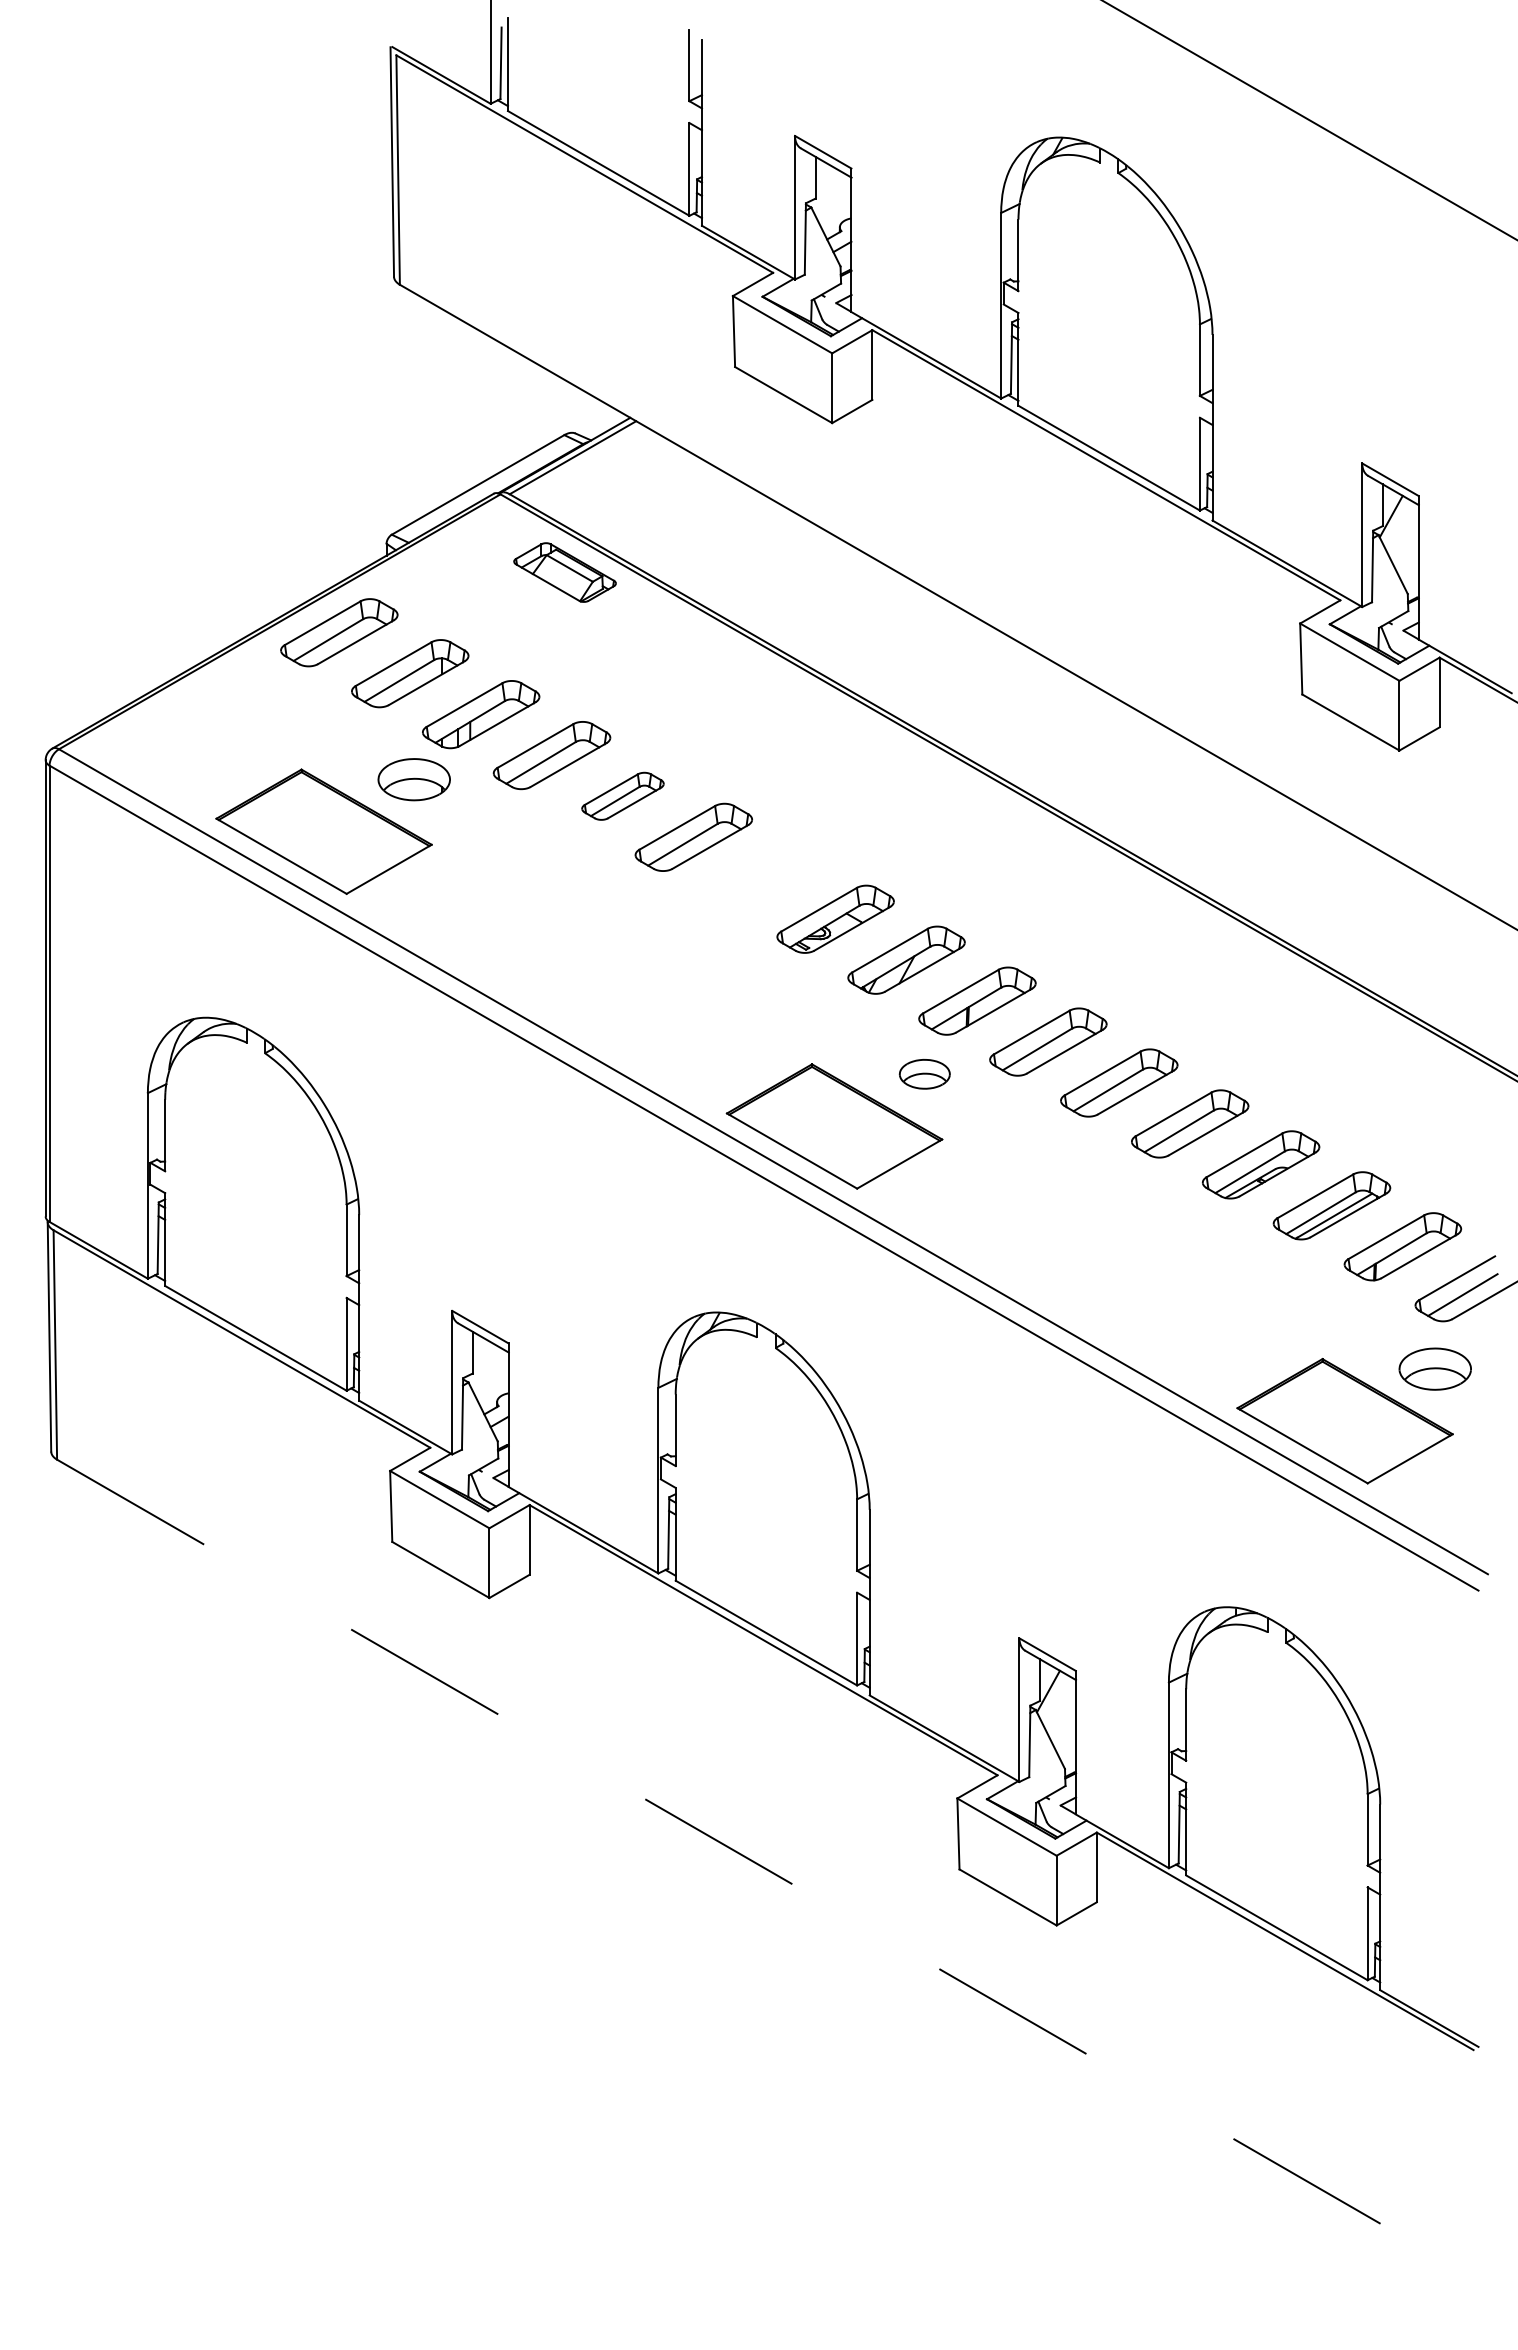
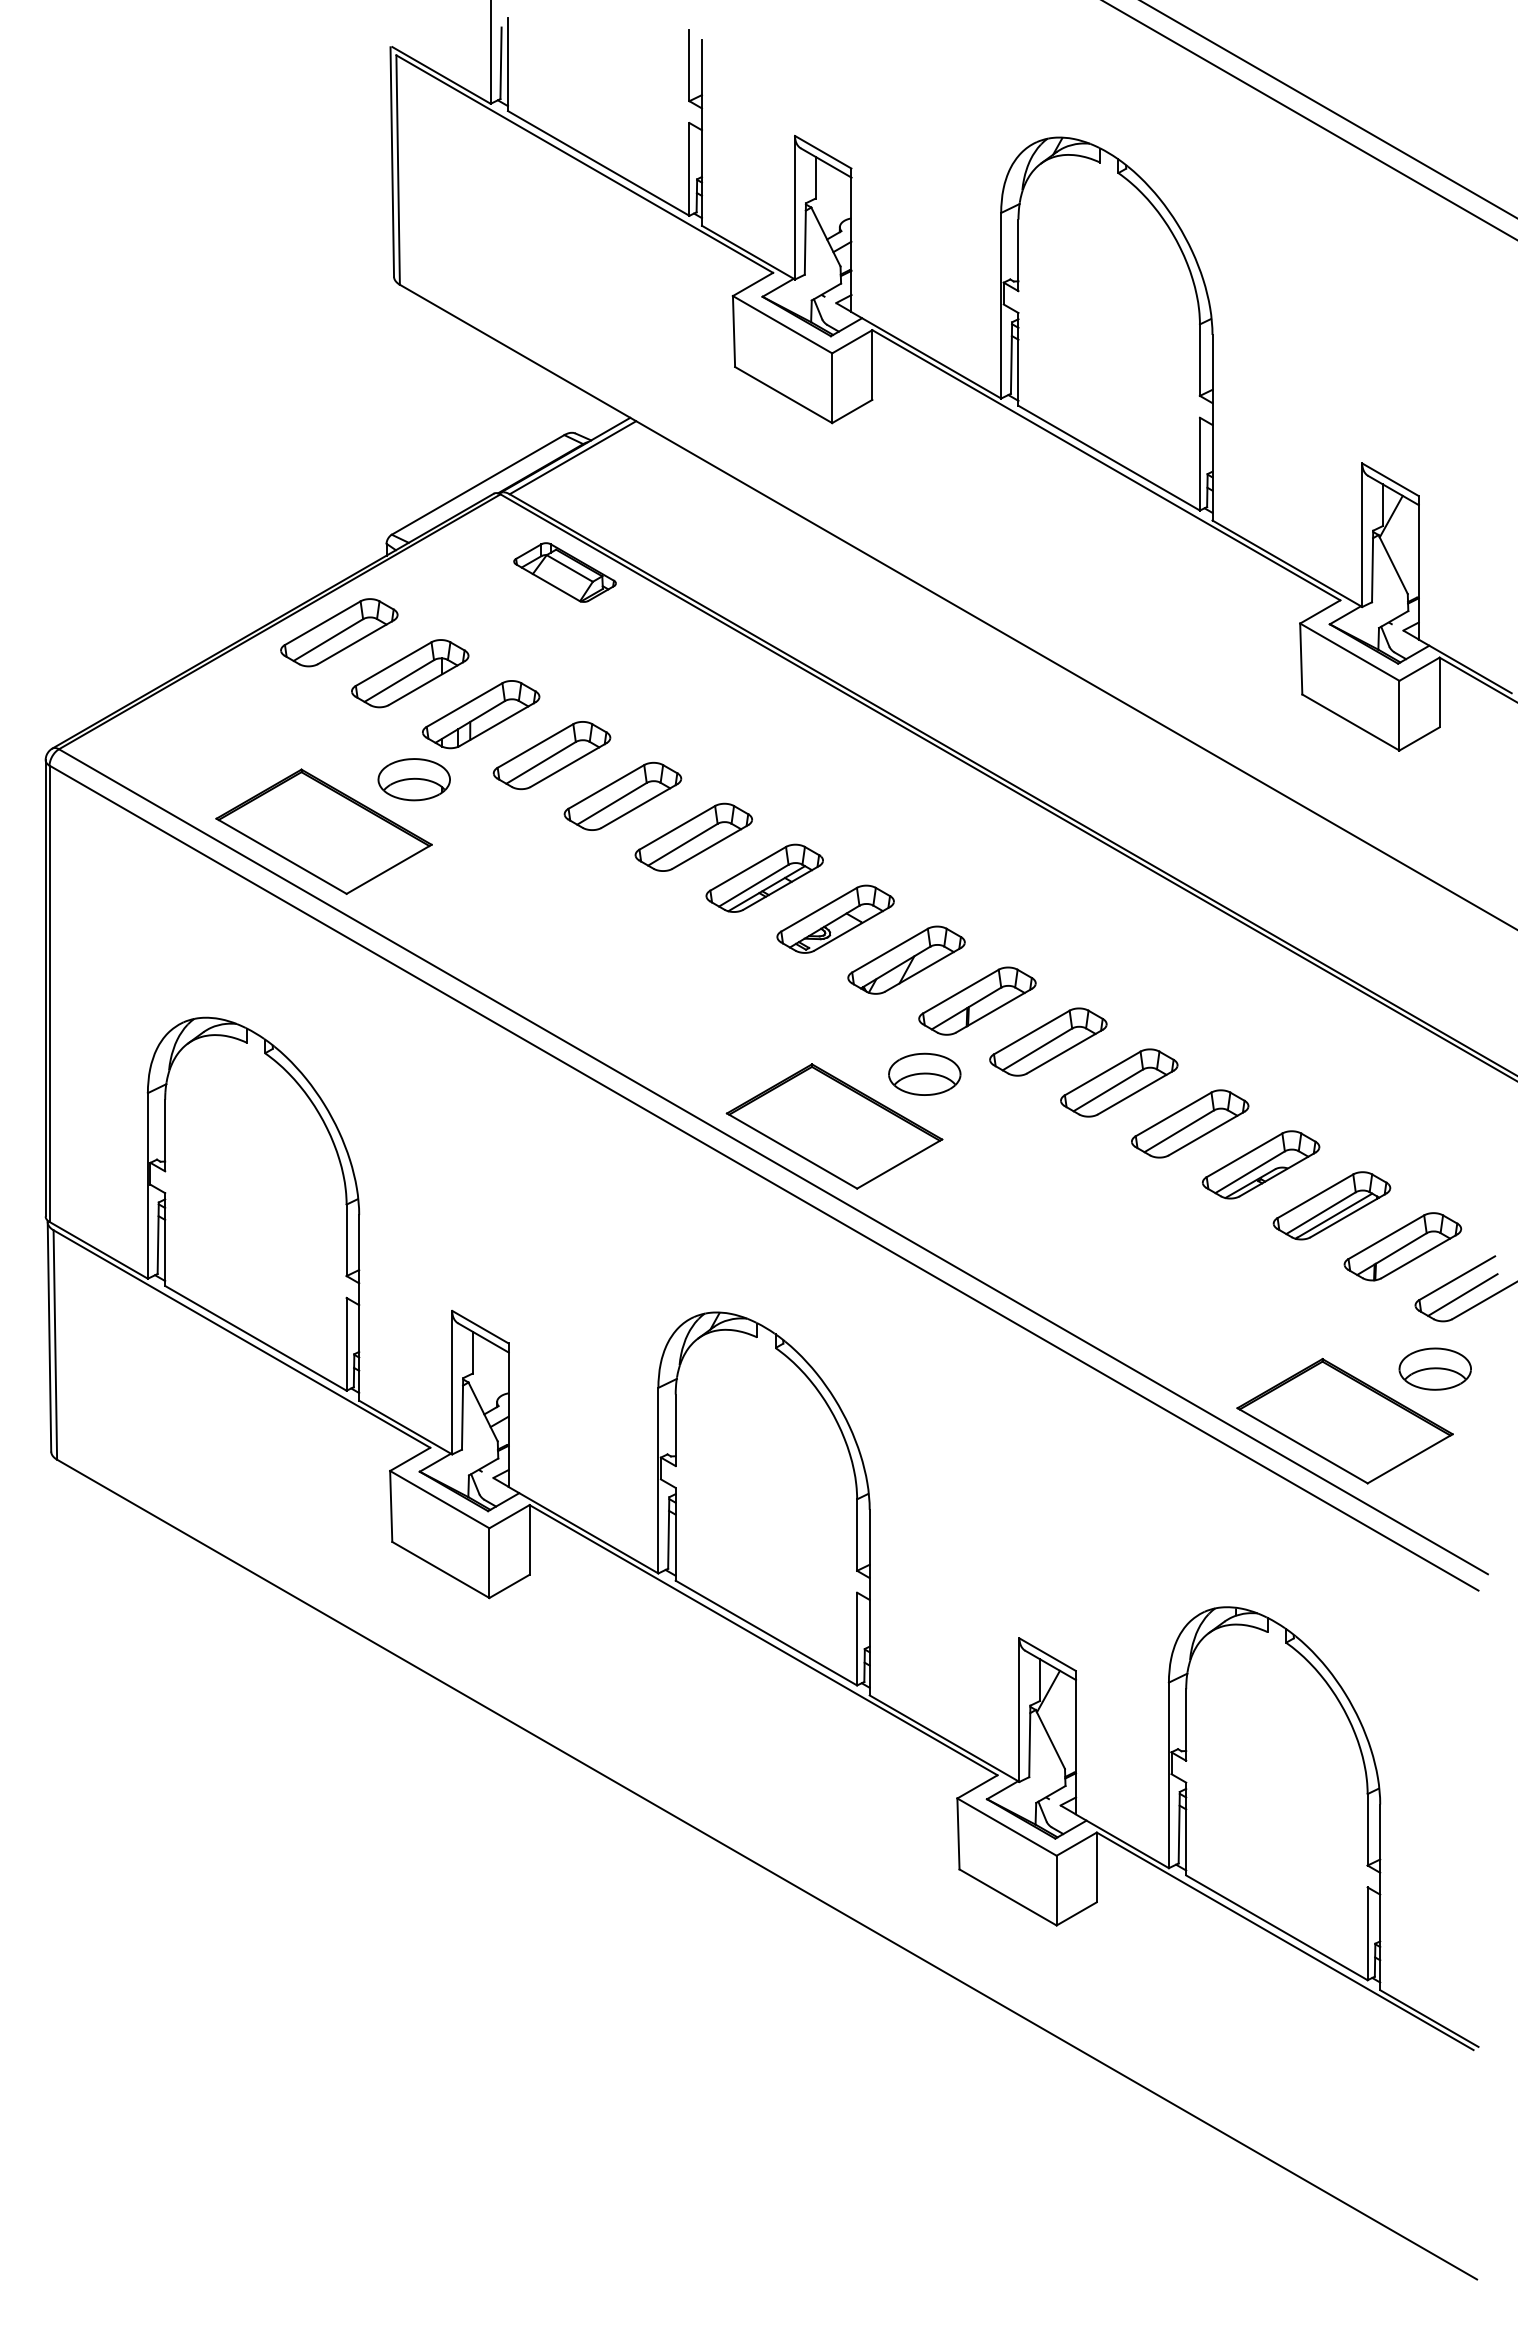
line at (1328, 109): none -> present
part at (622, 795) size: 84x50 px -> 120x70 px
part at (764, 877): none -> present
part at (924, 1074) size: 53x31 px -> 74x44 px
line at (767, 1869): dashed -> solid
